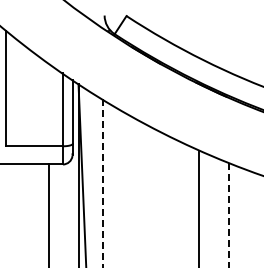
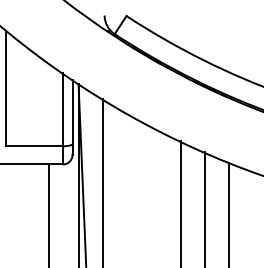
line at (102, 183): dashed -> solid
line at (180, 202): none -> present
line at (198, 208) position: (198, 208) -> (204, 208)
line at (228, 215): dashed -> solid
